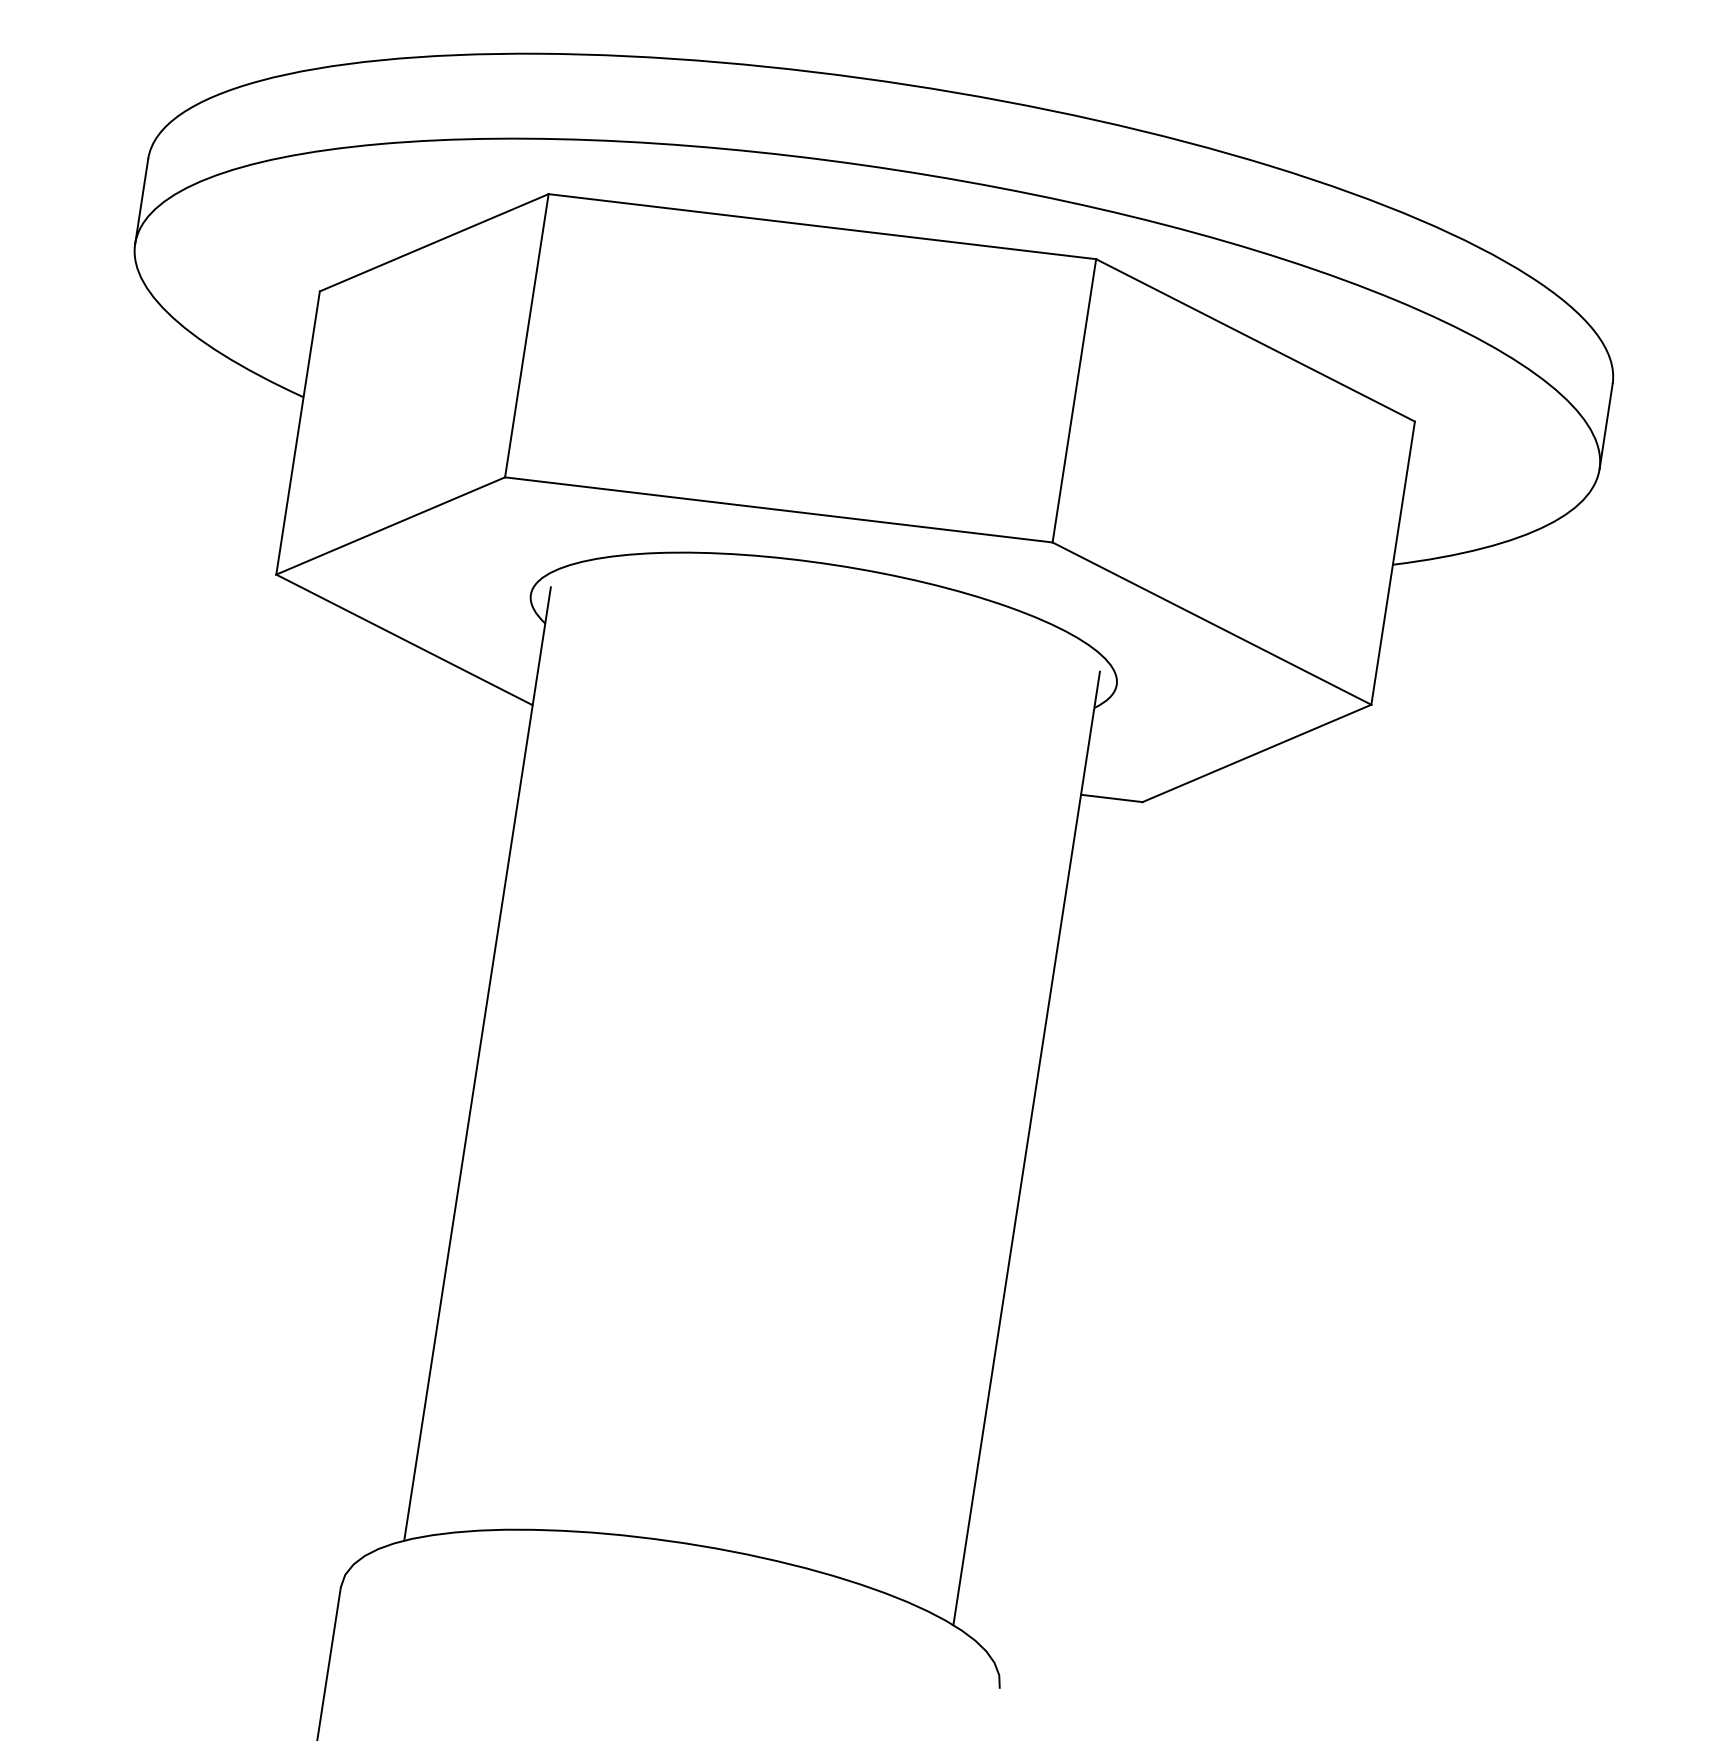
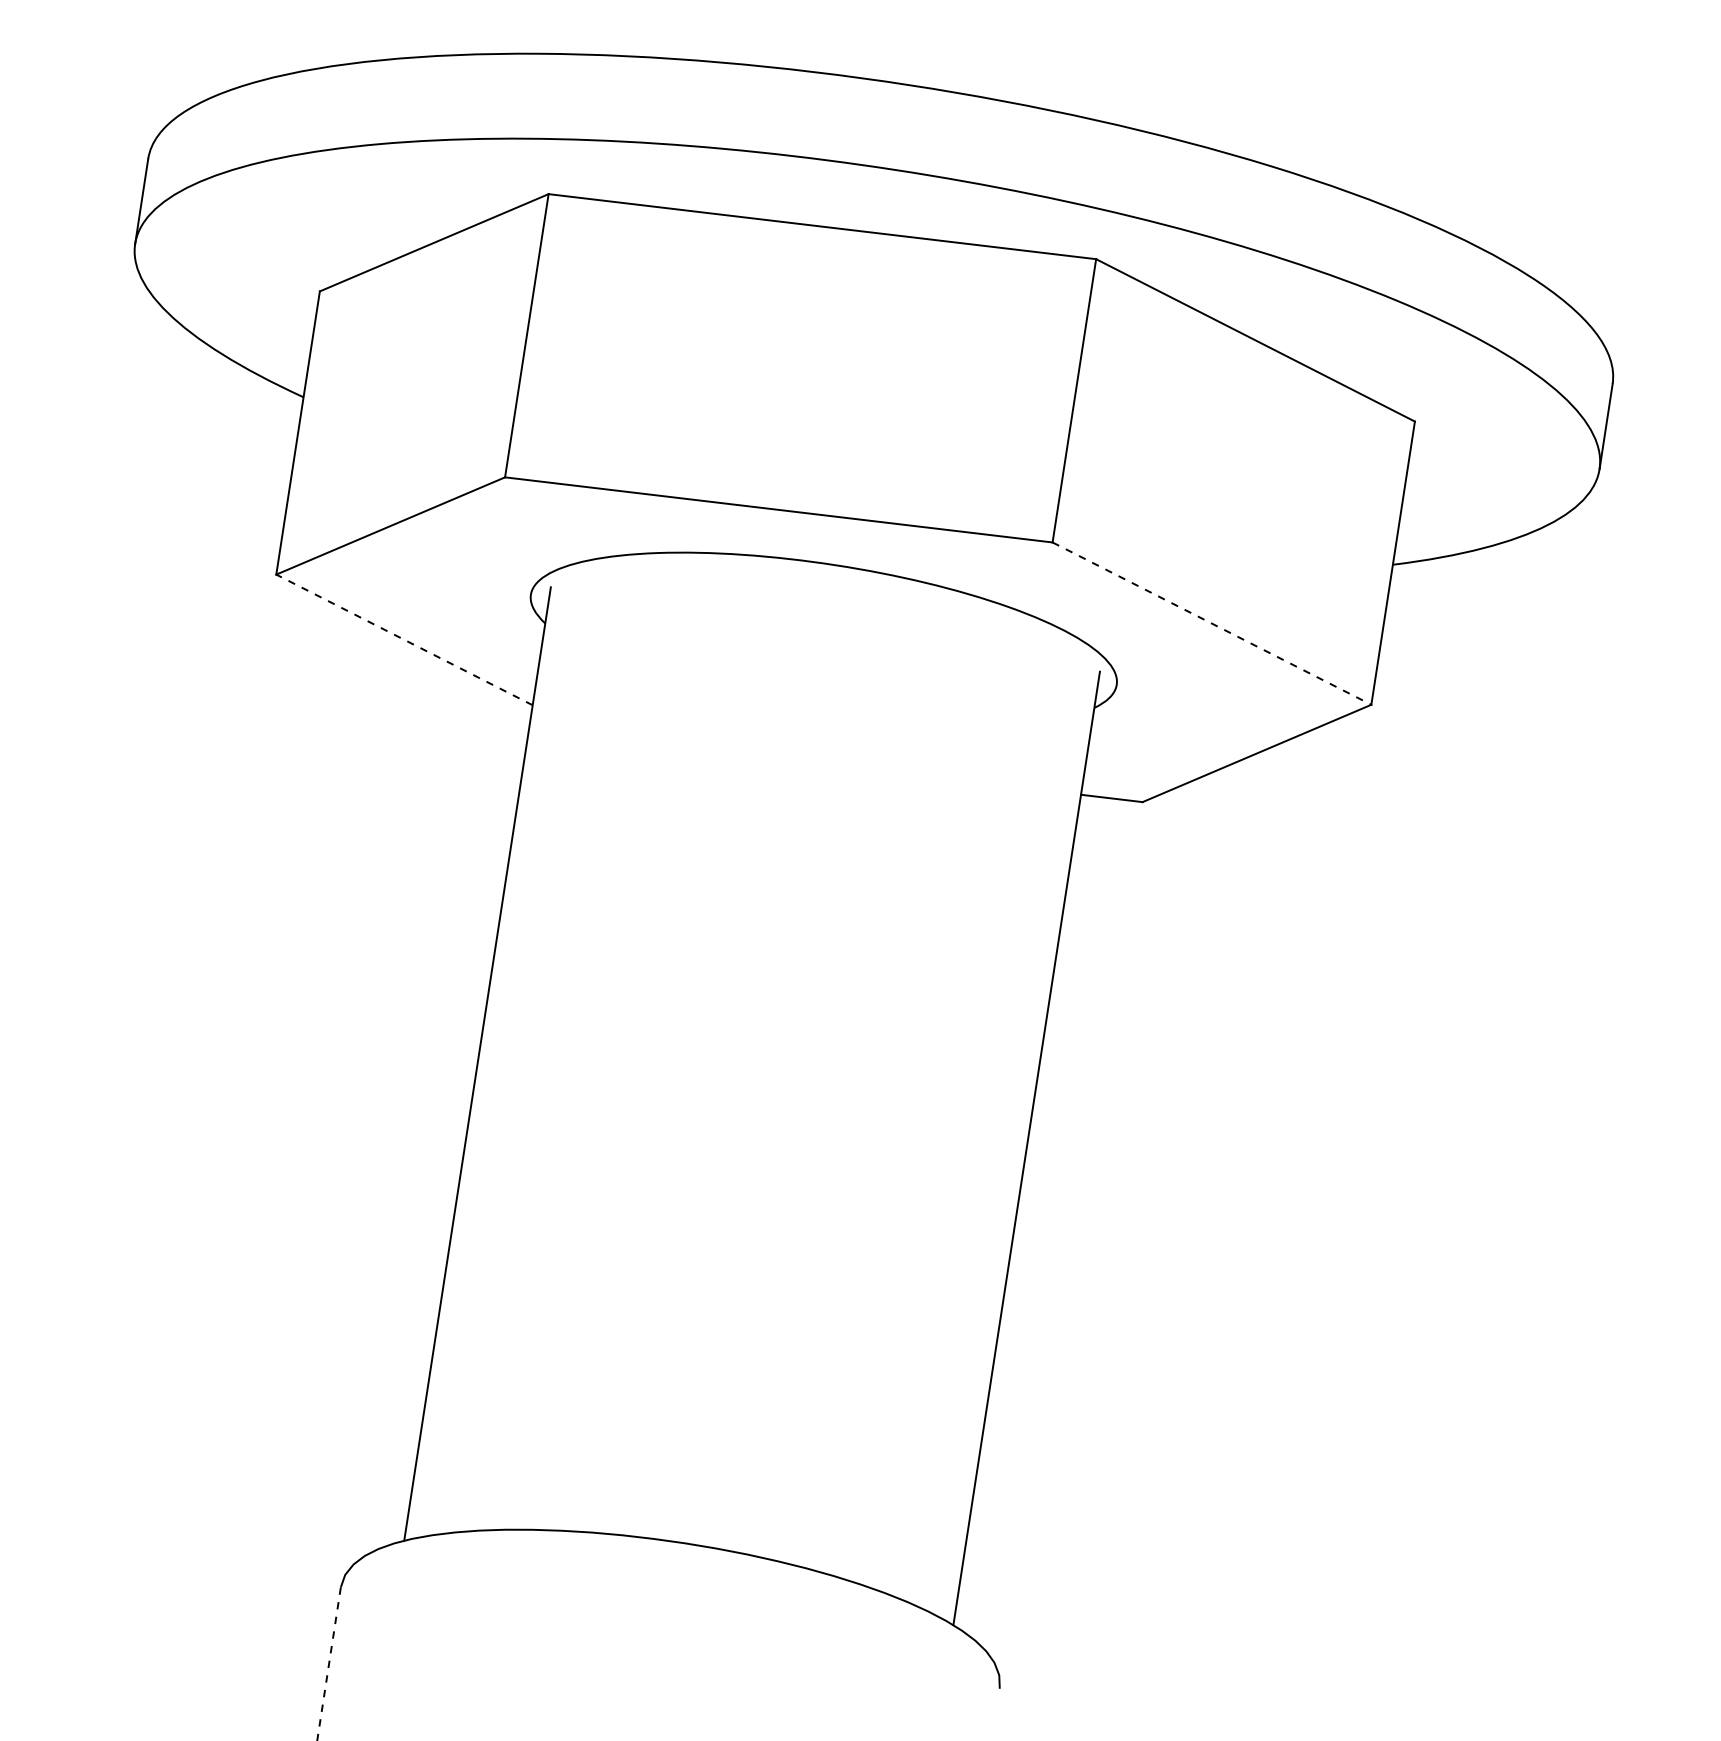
line at (1211, 623): solid -> dashed
line at (404, 639): solid -> dashed
line at (328, 1664): solid -> dashed
